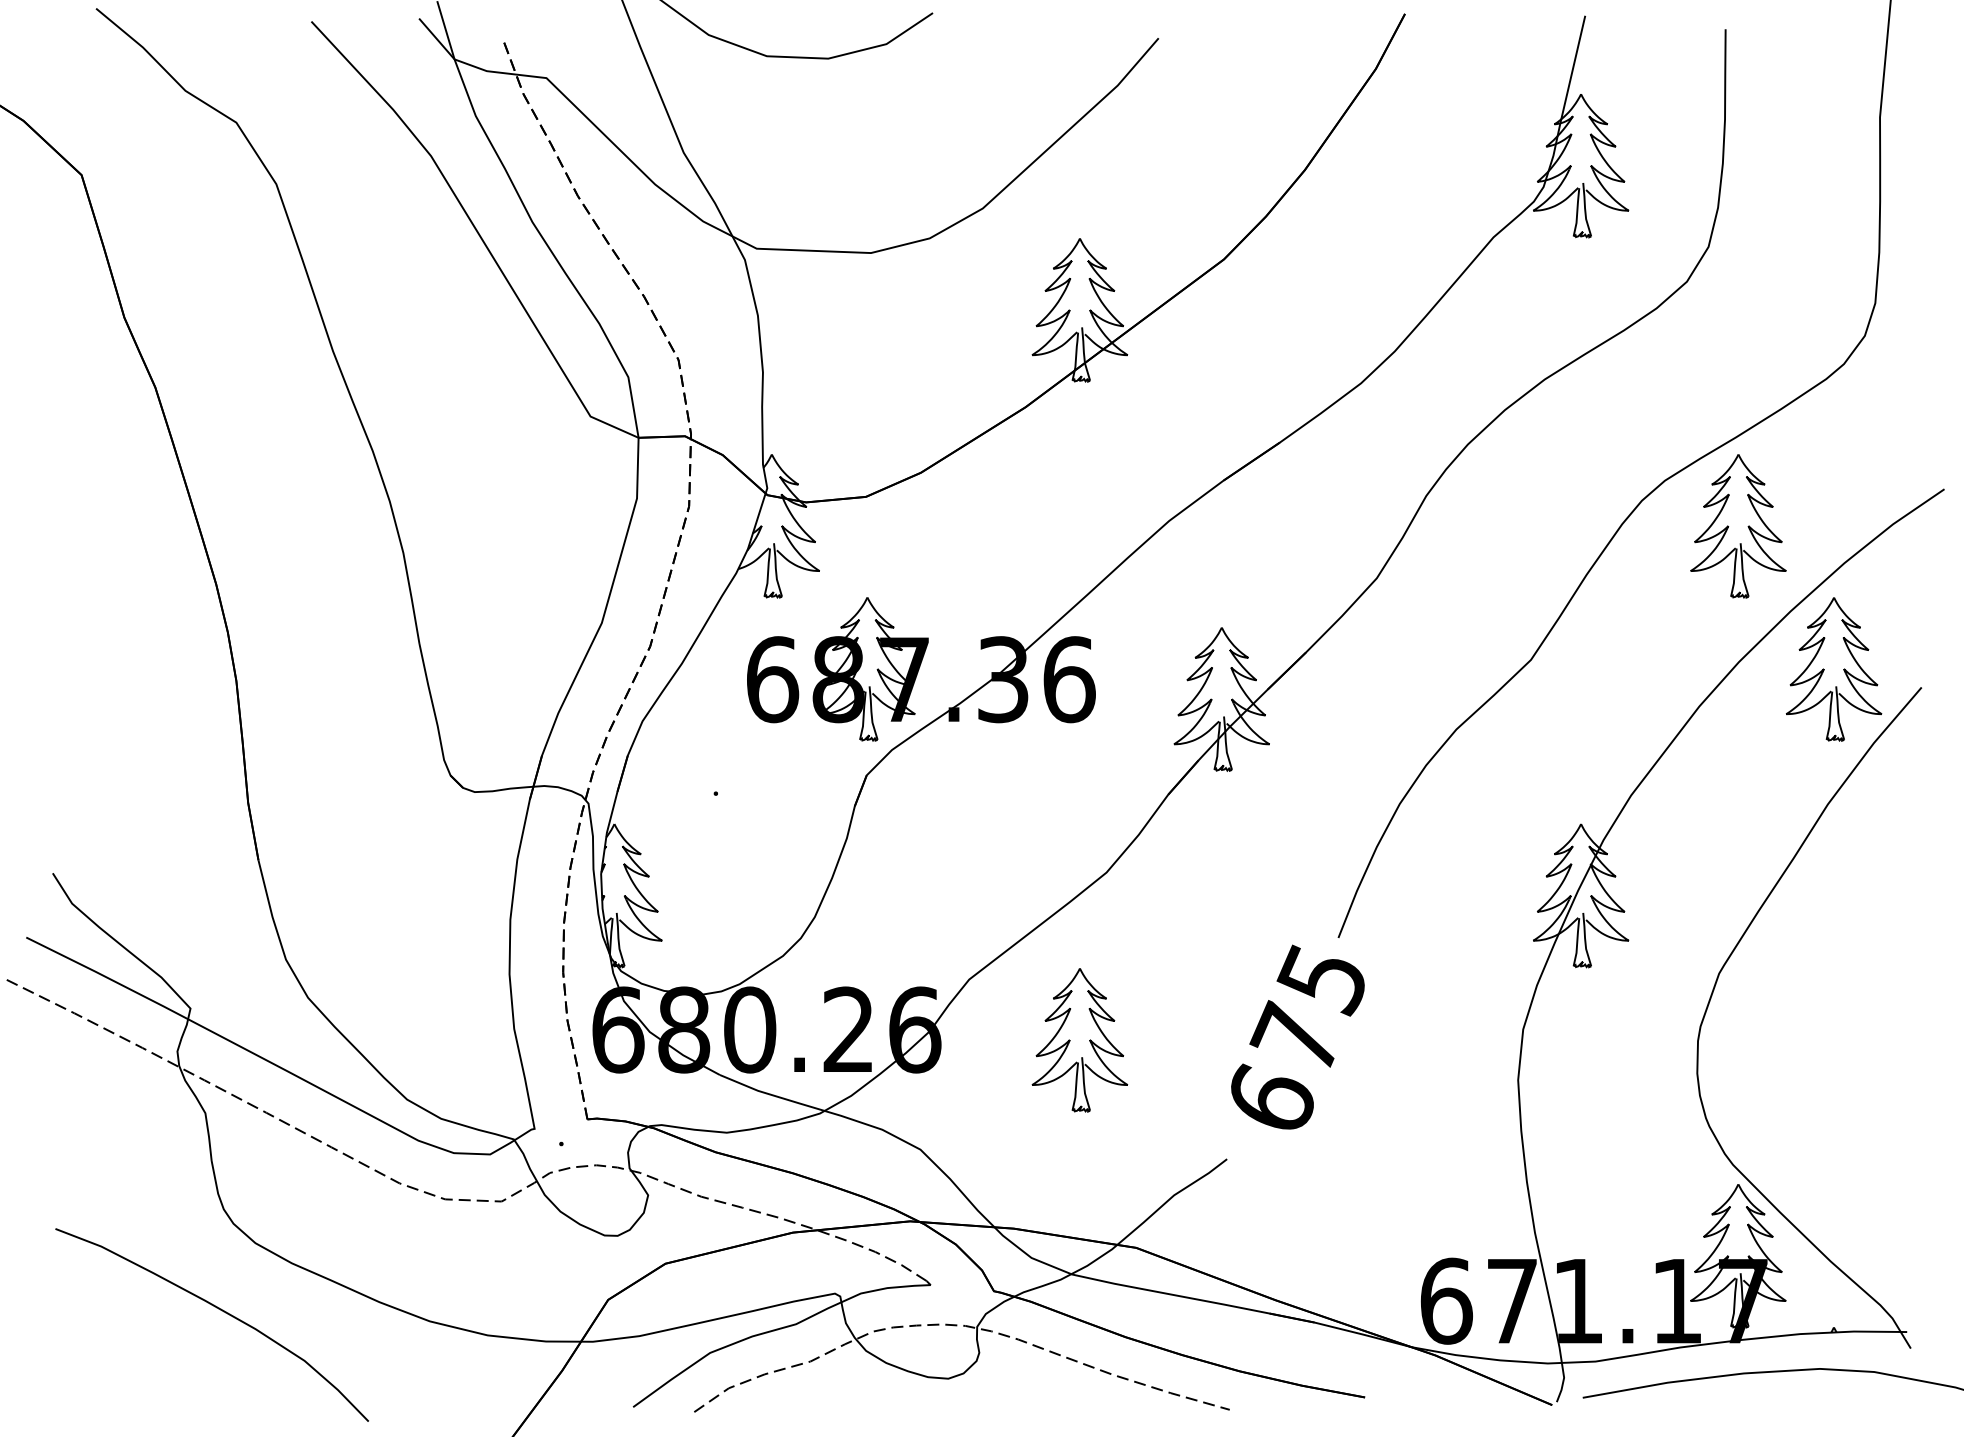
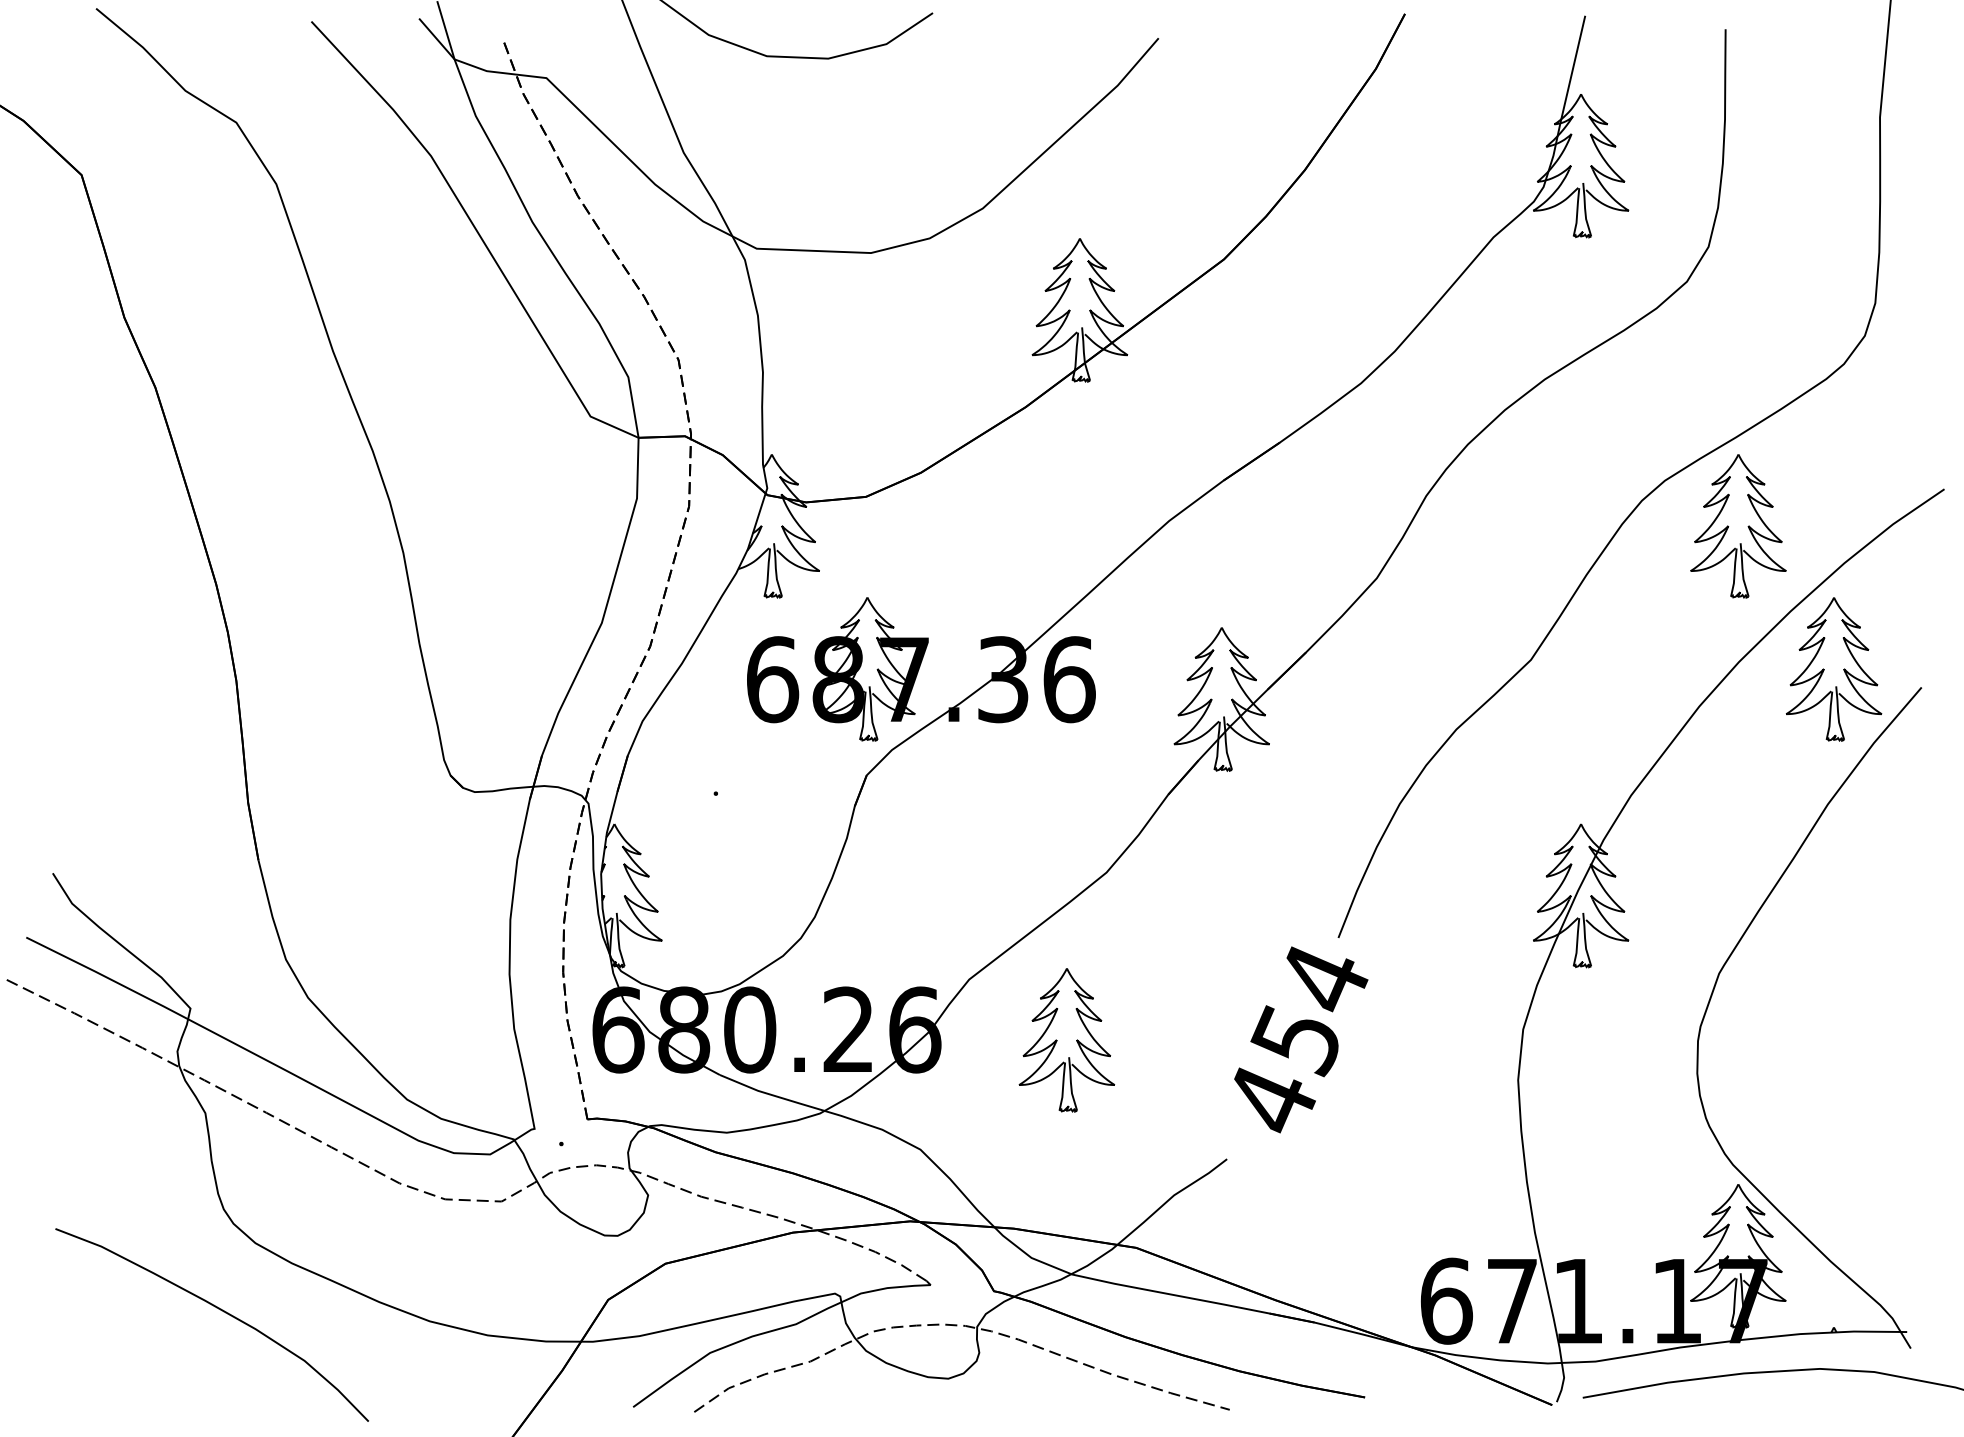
text at (1299, 1038): 675 -> 454
part at (1079, 1040) position: (1079, 1040) -> (1066, 1040)
